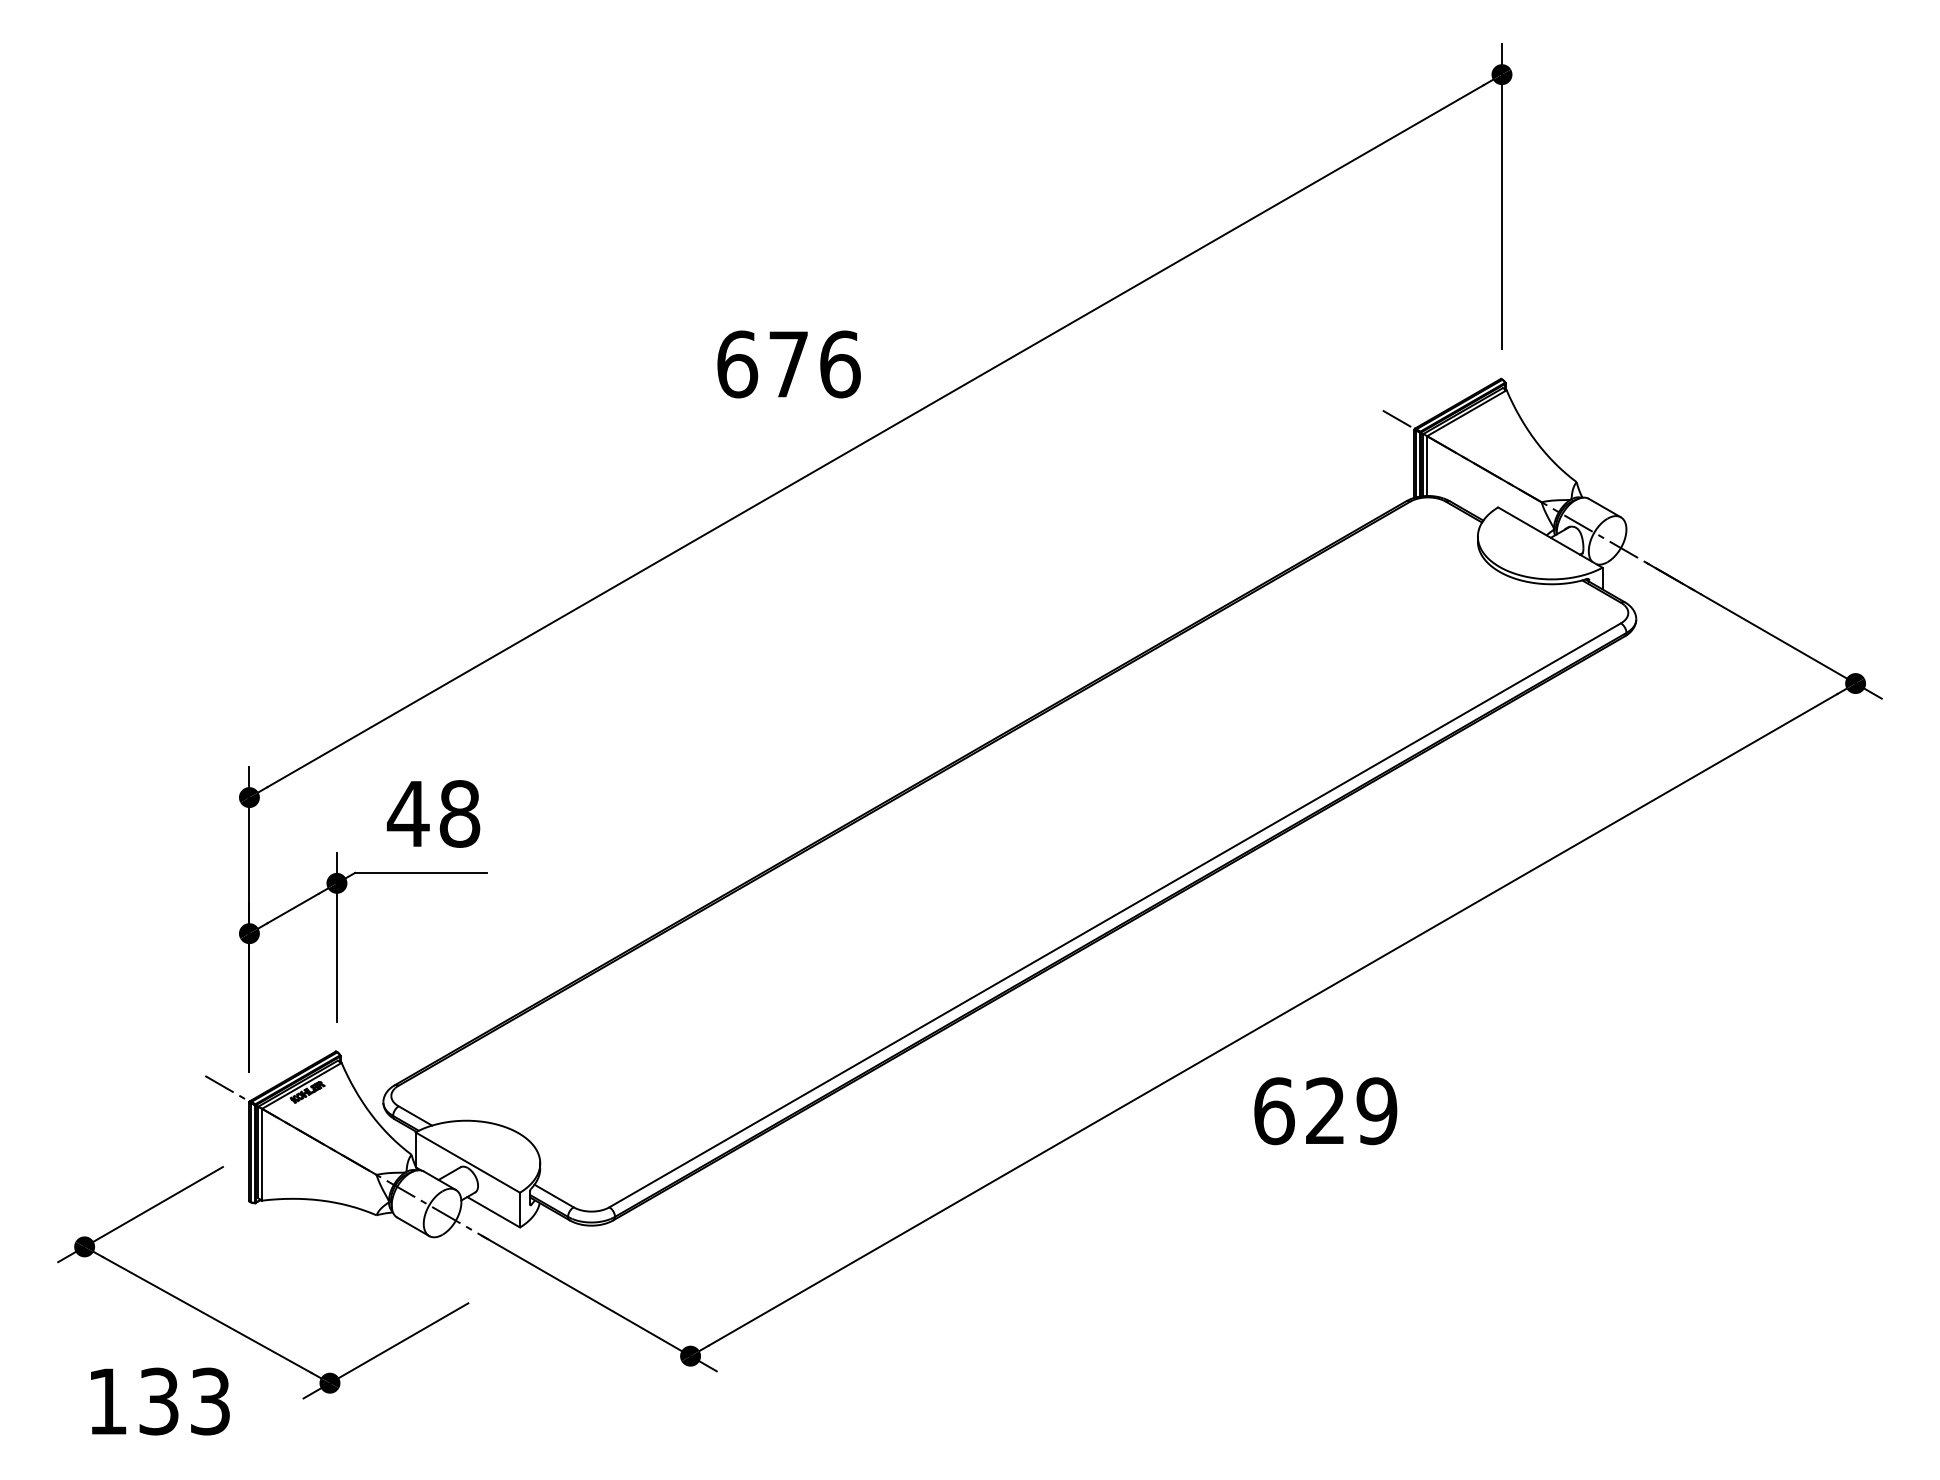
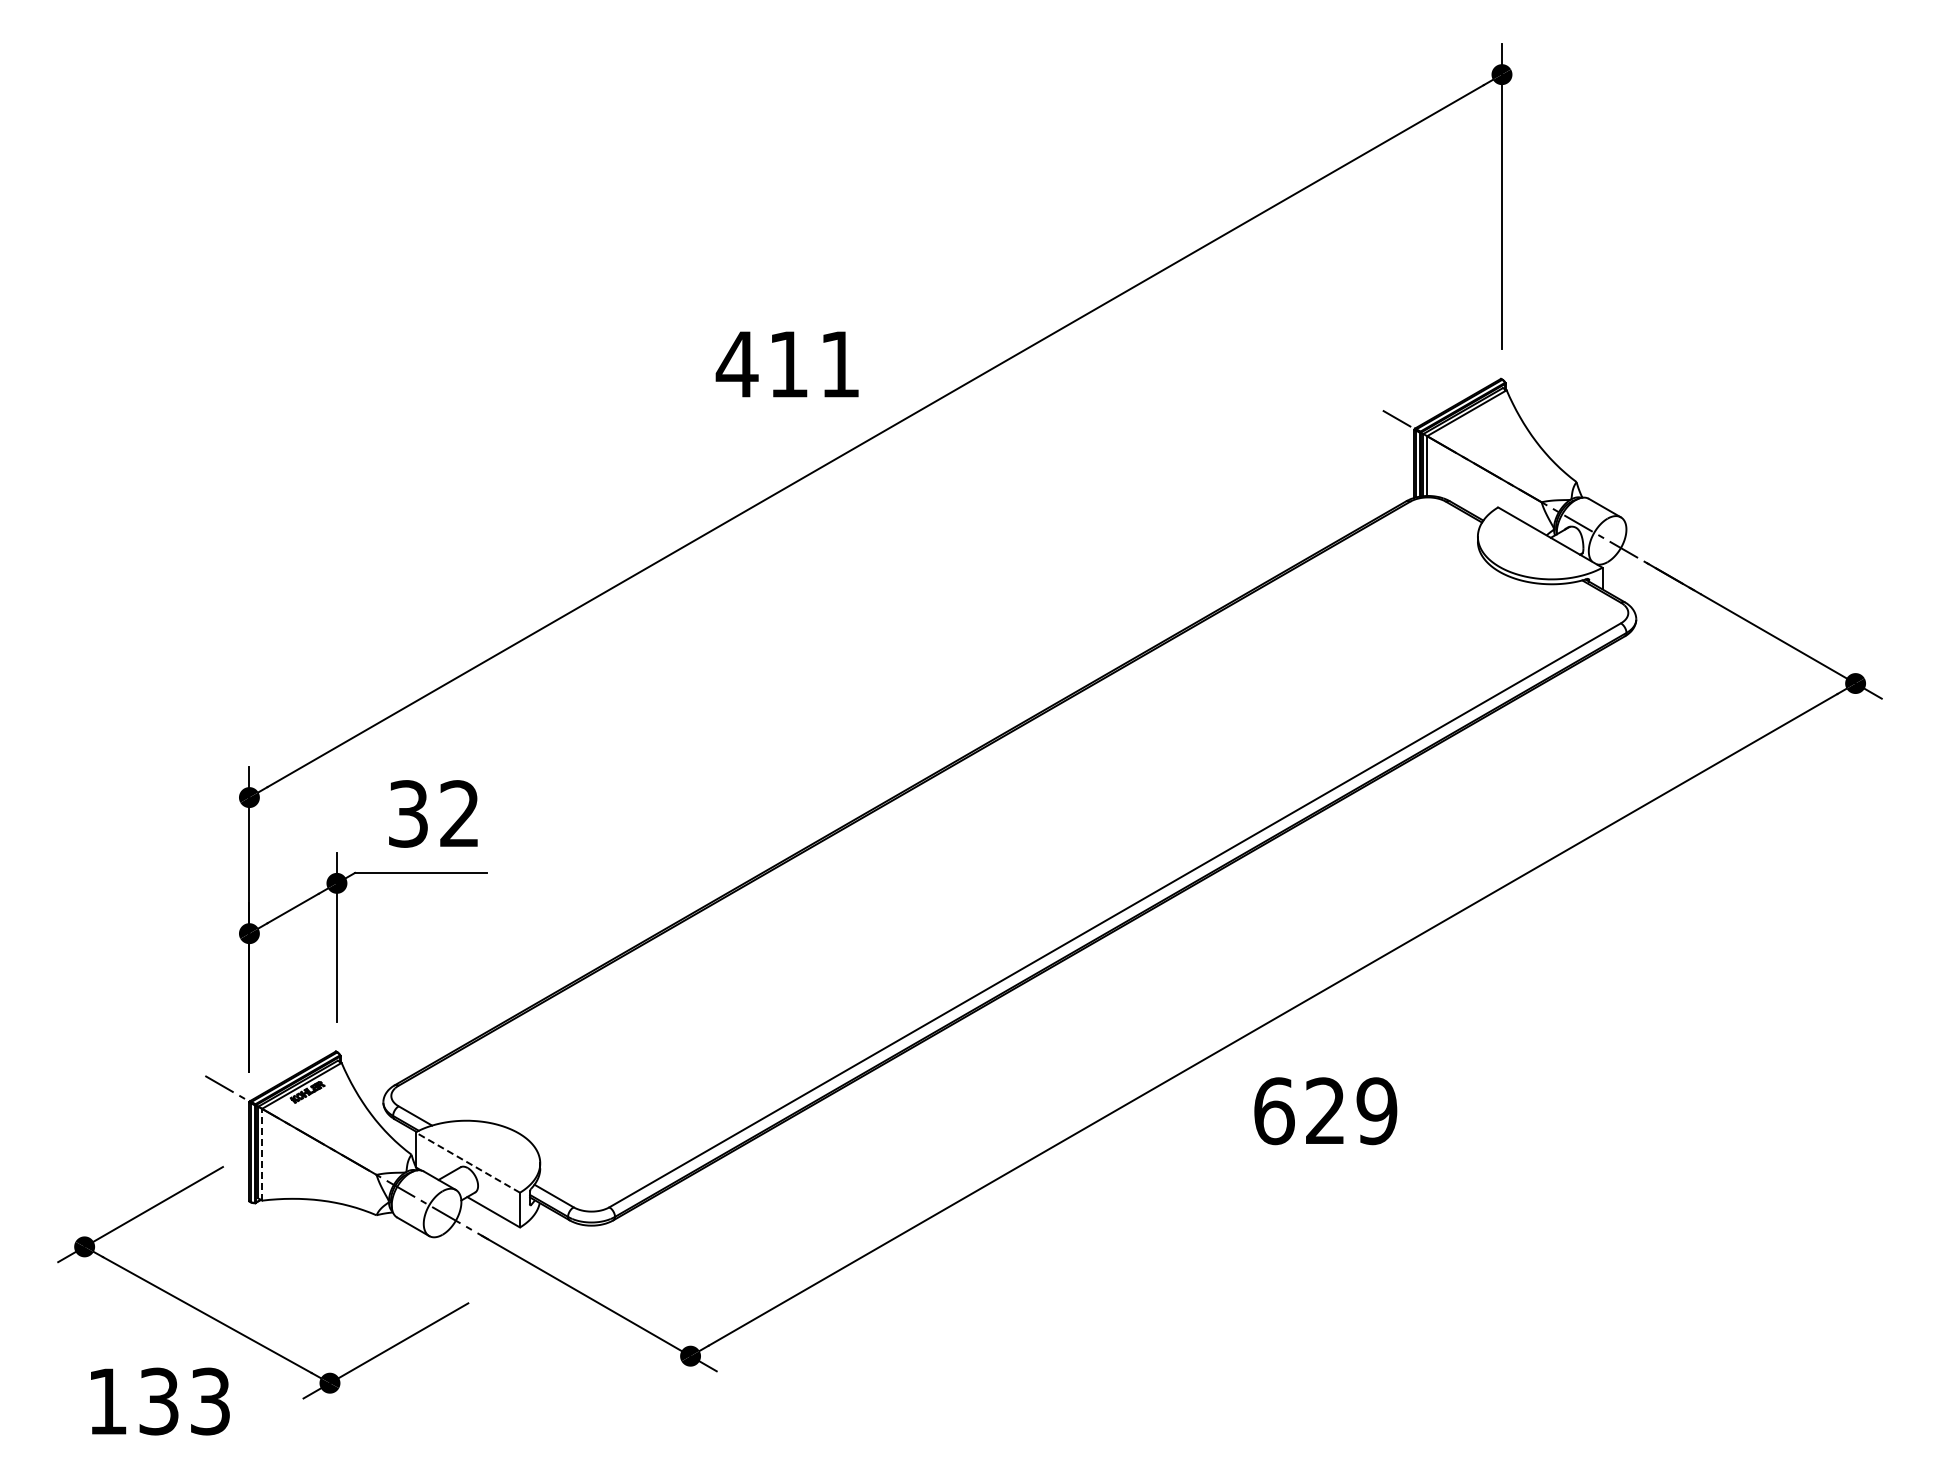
text at (787, 364): 676 -> 411
text at (433, 813): 48 -> 32
line at (262, 1154): solid -> dashed
line at (467, 1162): solid -> dashed
